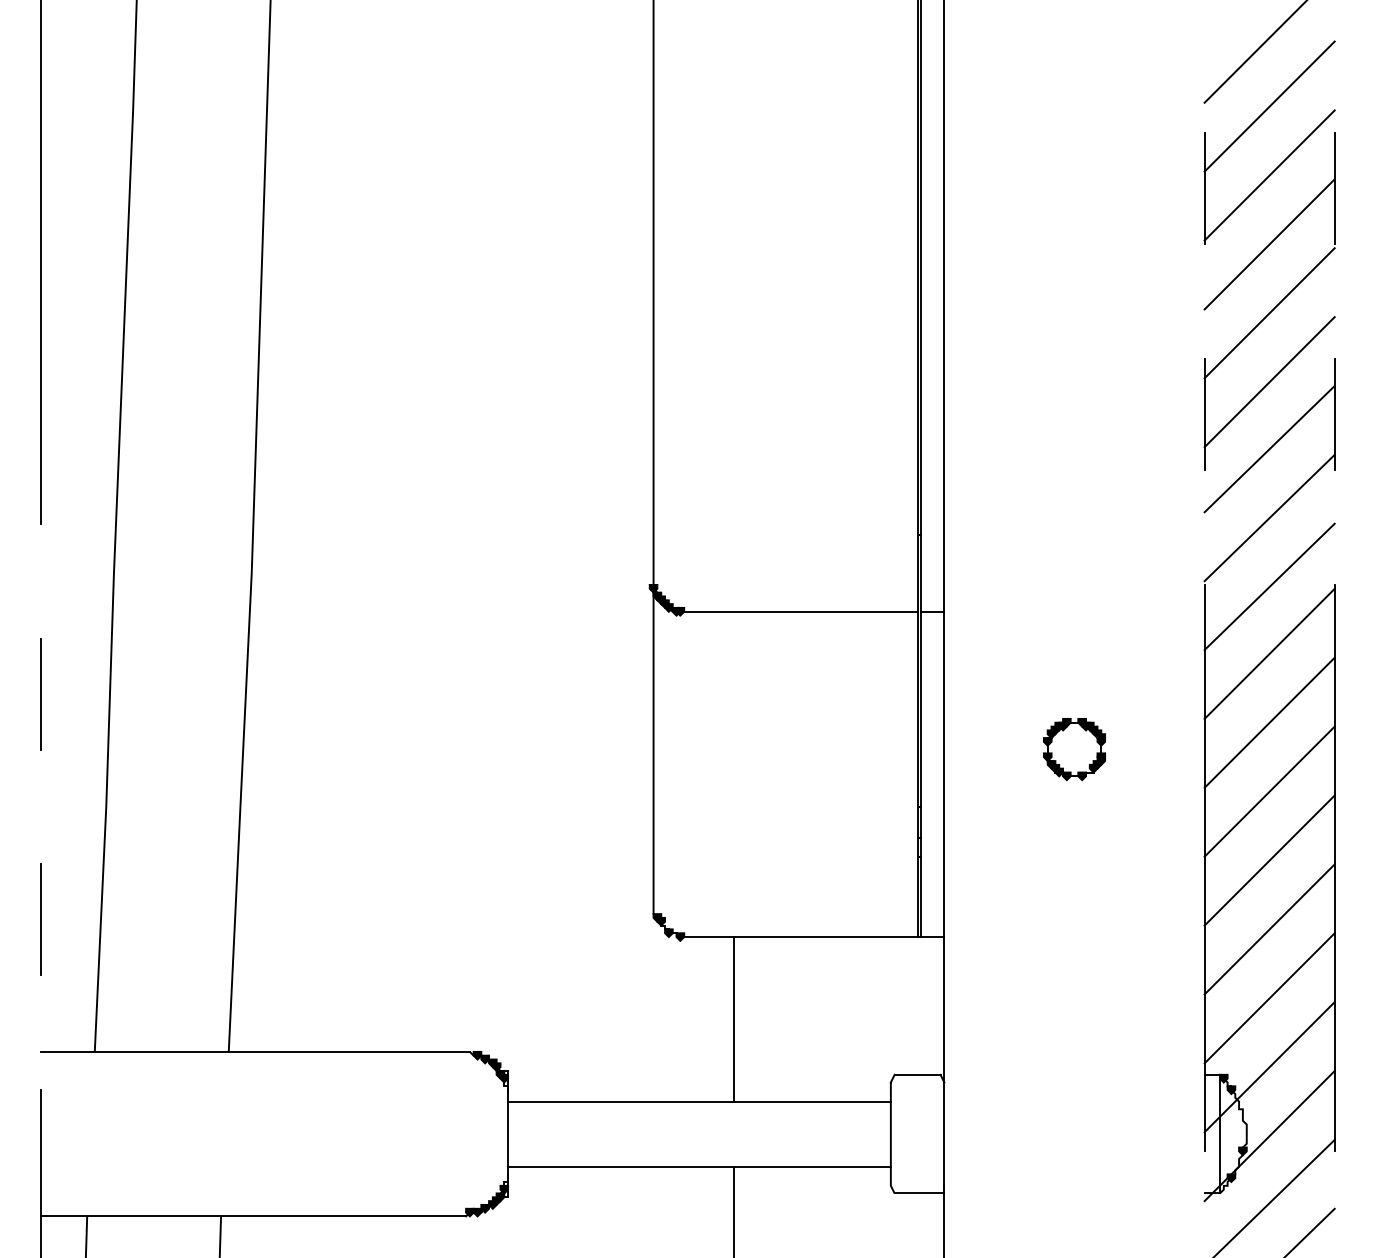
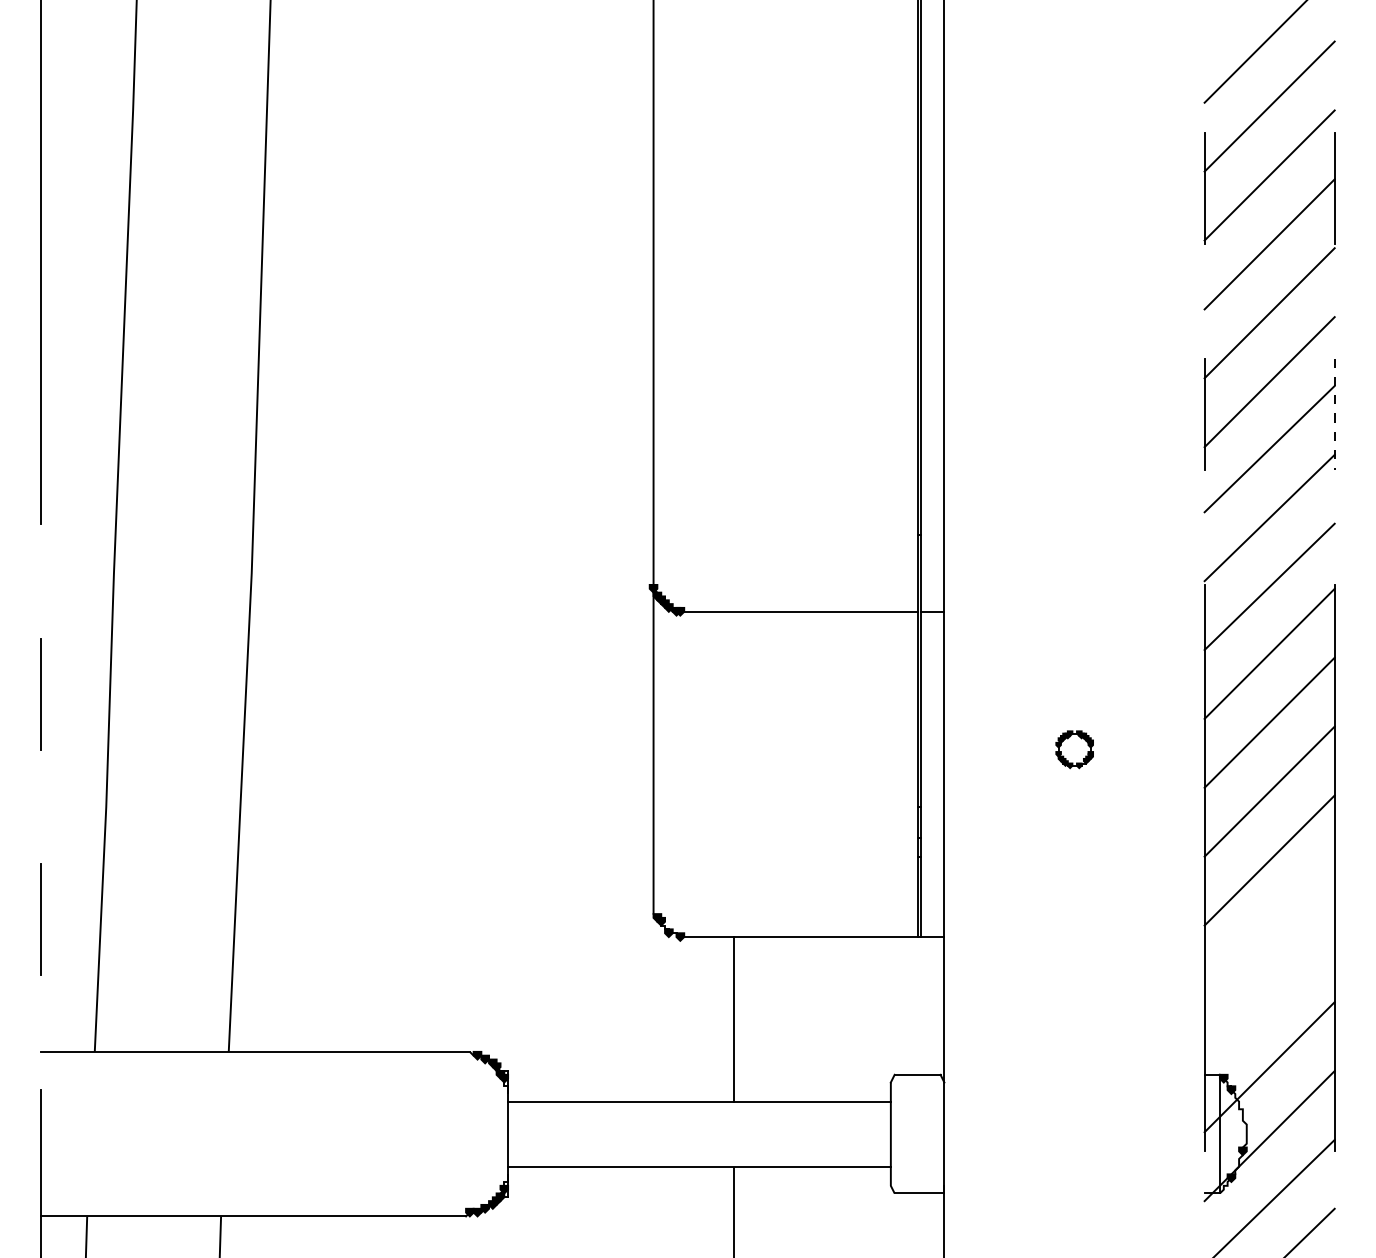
line at (1334, 415): solid -> dashed
part at (1074, 749) size: 64x64 px -> 39x40 px
line at (1269, 929): present -> none
line at (1269, 998): present -> none
